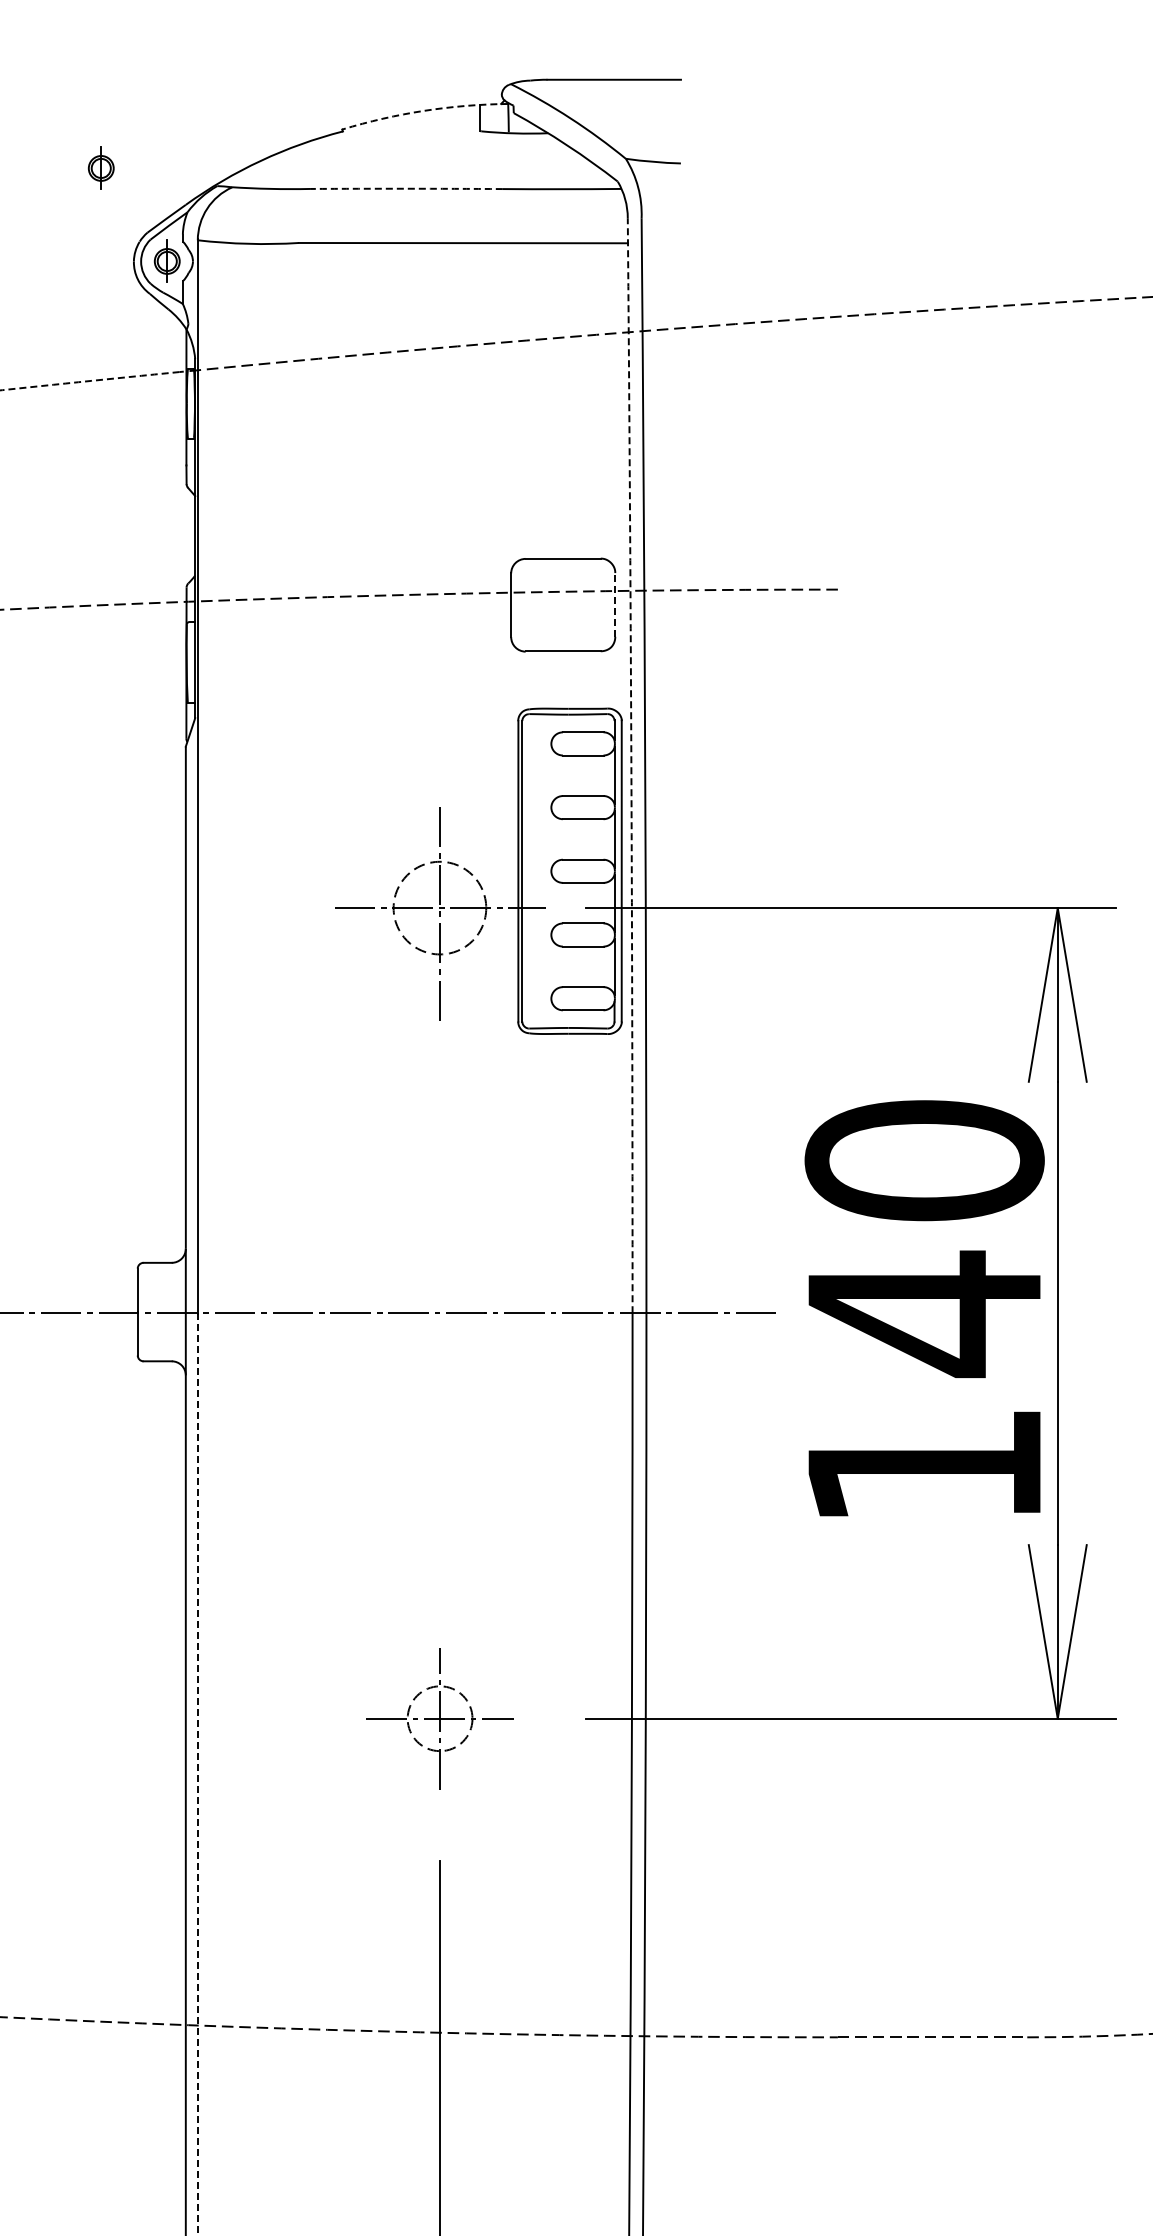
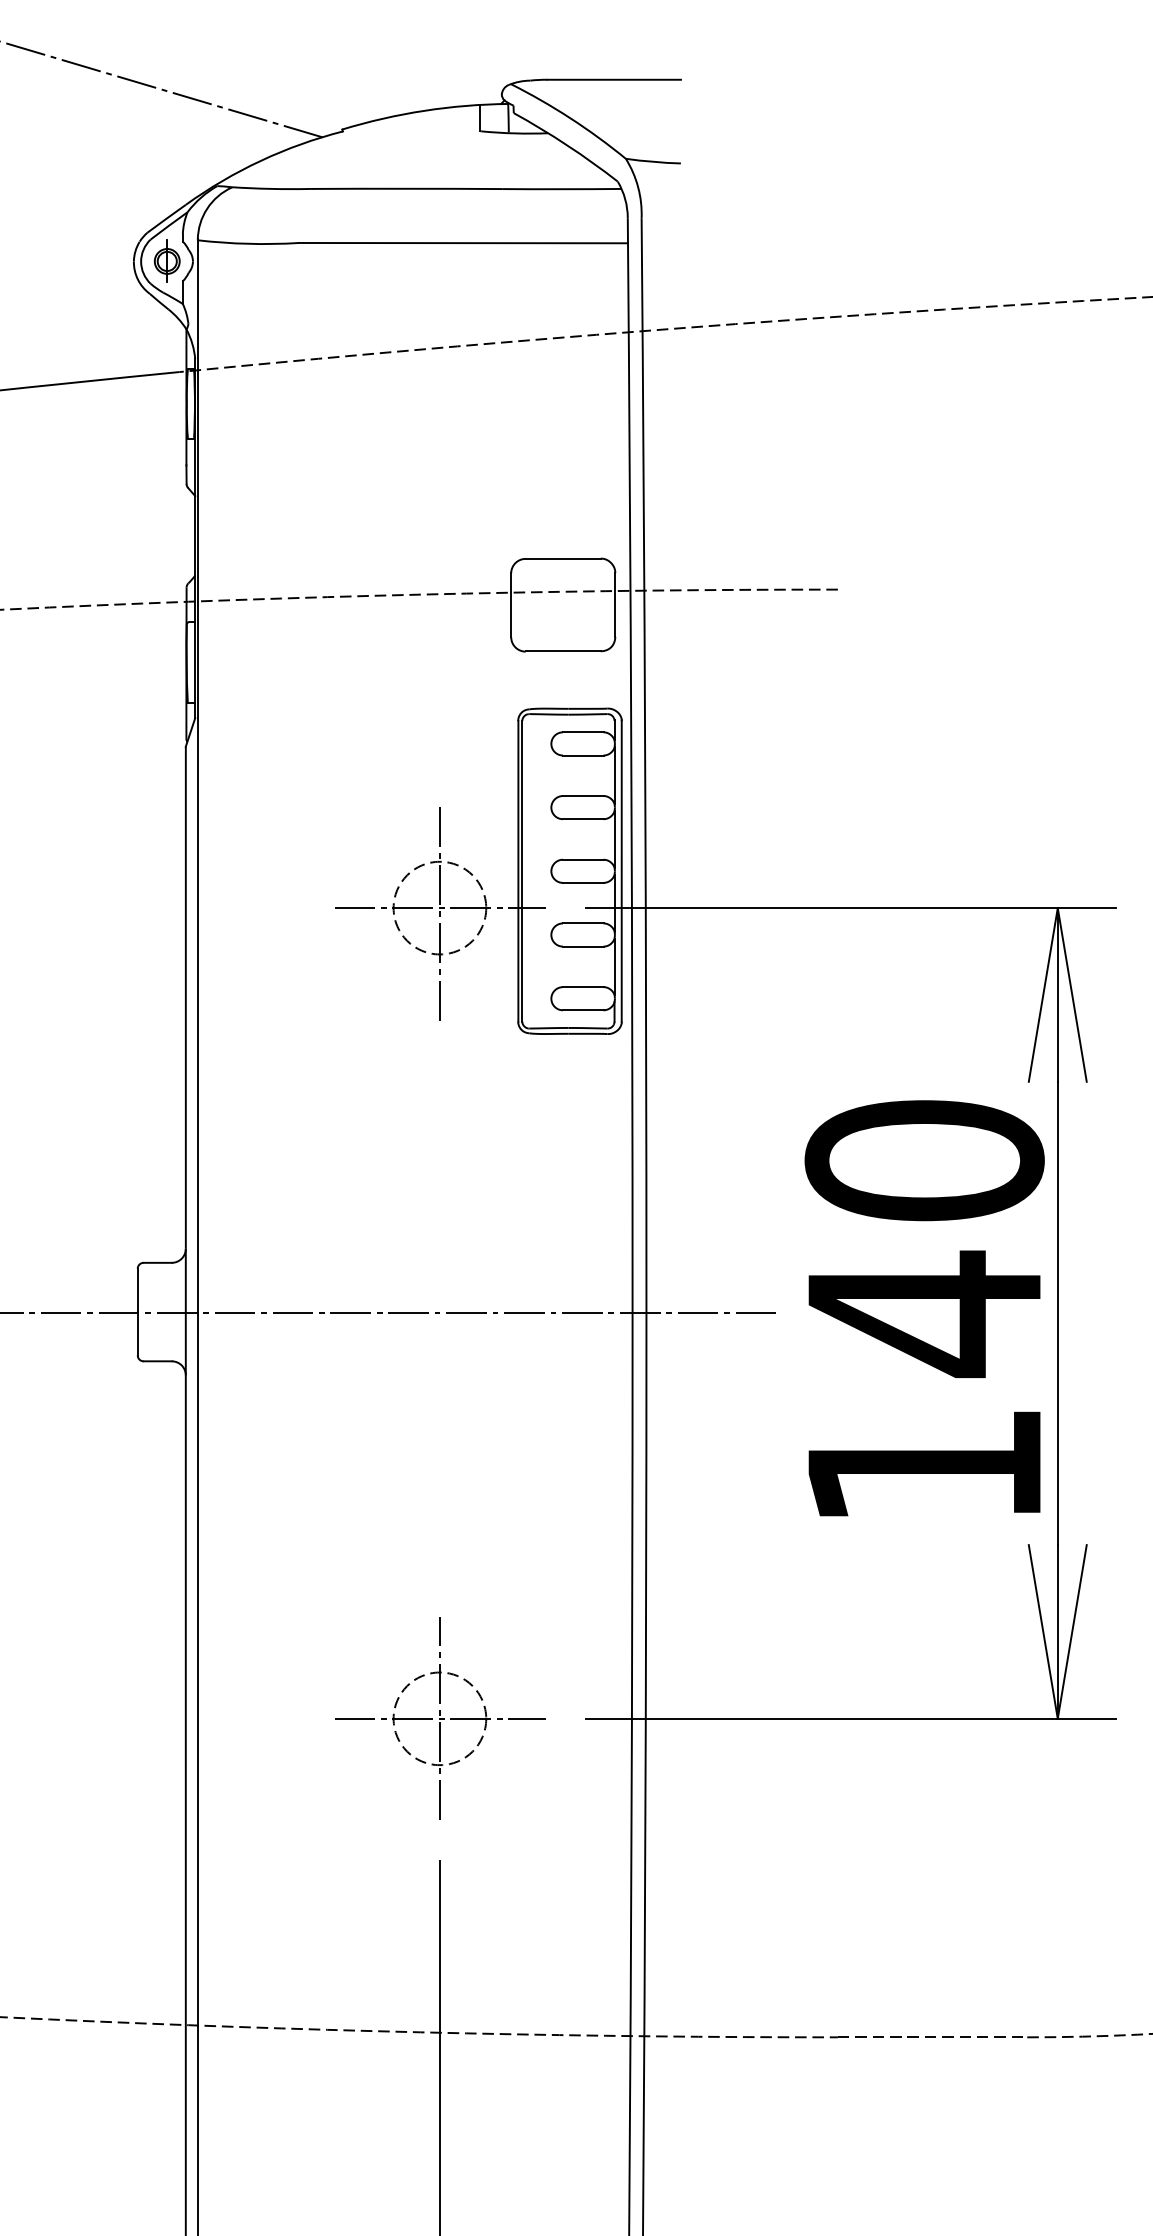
line at (162, 89): none -> present
arc at (424, 110): dashed -> solid
part at (100, 167): present -> none
arc at (406, 188): dashed -> solid
arc at (89, 381): dashed -> solid
line at (615, 604): dashed -> solid
arc at (631, 765): dashed -> solid
part at (439, 1718) size: 148x142 px -> 211x203 px
line at (197, 1774): dashed -> solid
